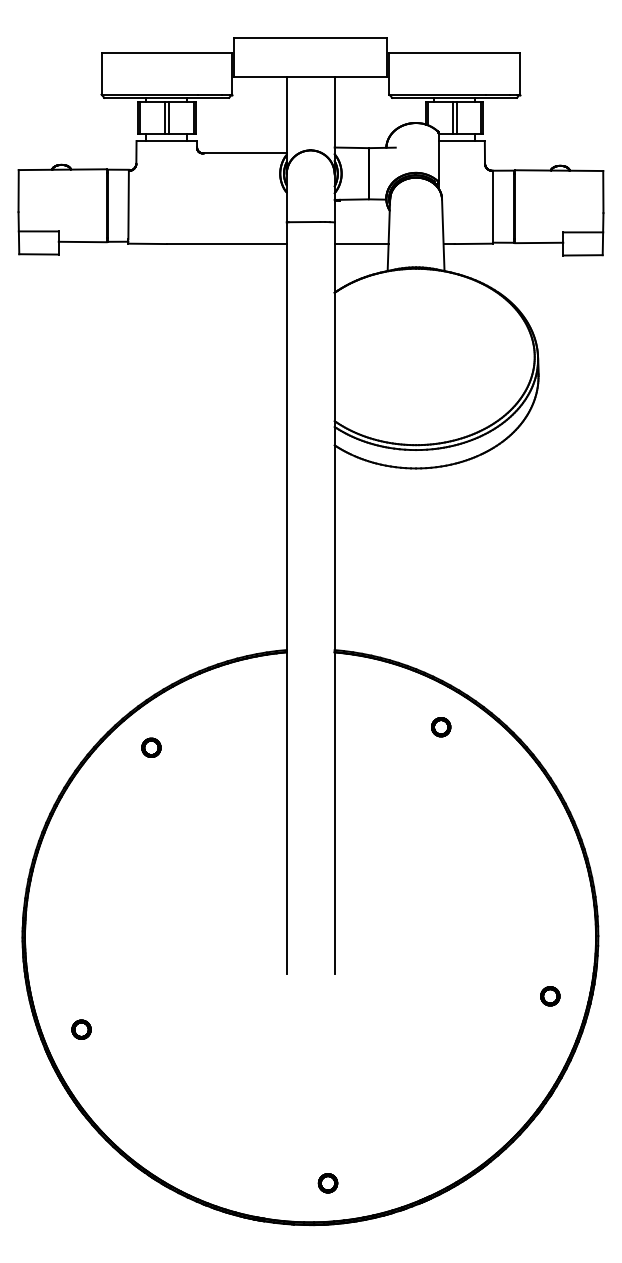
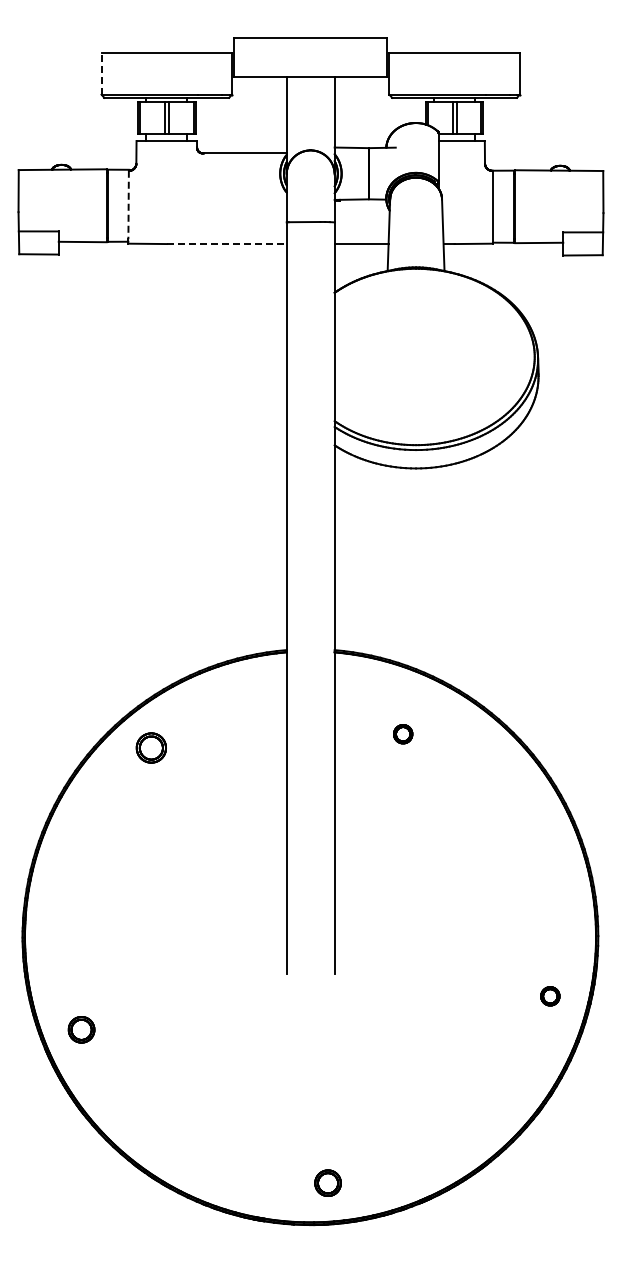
line at (101, 74): solid -> dashed
line at (128, 205): solid -> dashed
line at (226, 244): solid -> dashed
part at (441, 727) position: (441, 727) -> (403, 734)
part at (151, 747) size: 21x21 px -> 32x32 px
part at (81, 1029) size: 21x21 px -> 29x28 px
part at (327, 1183) size: 22x21 px -> 28x28 px
